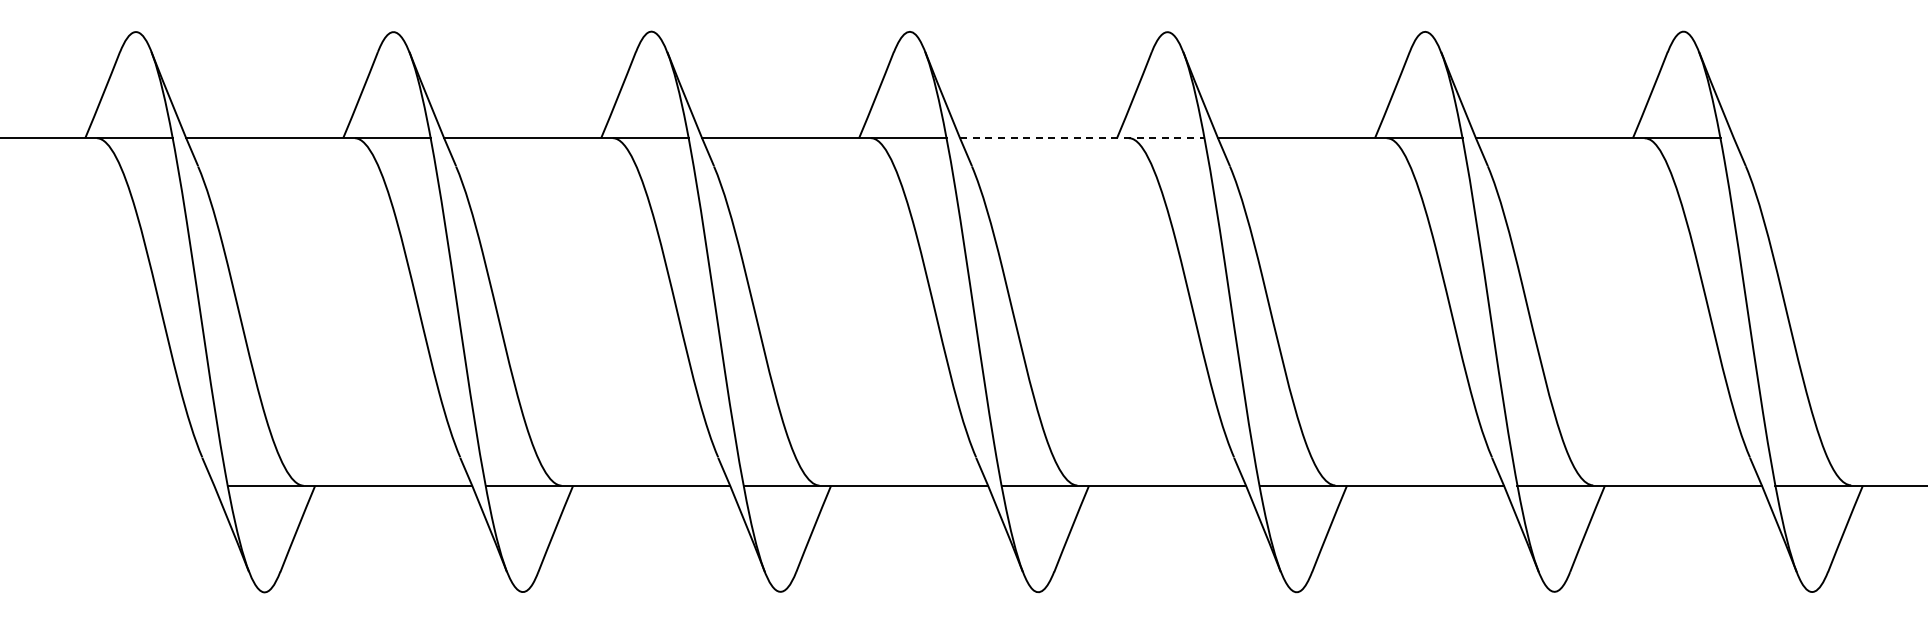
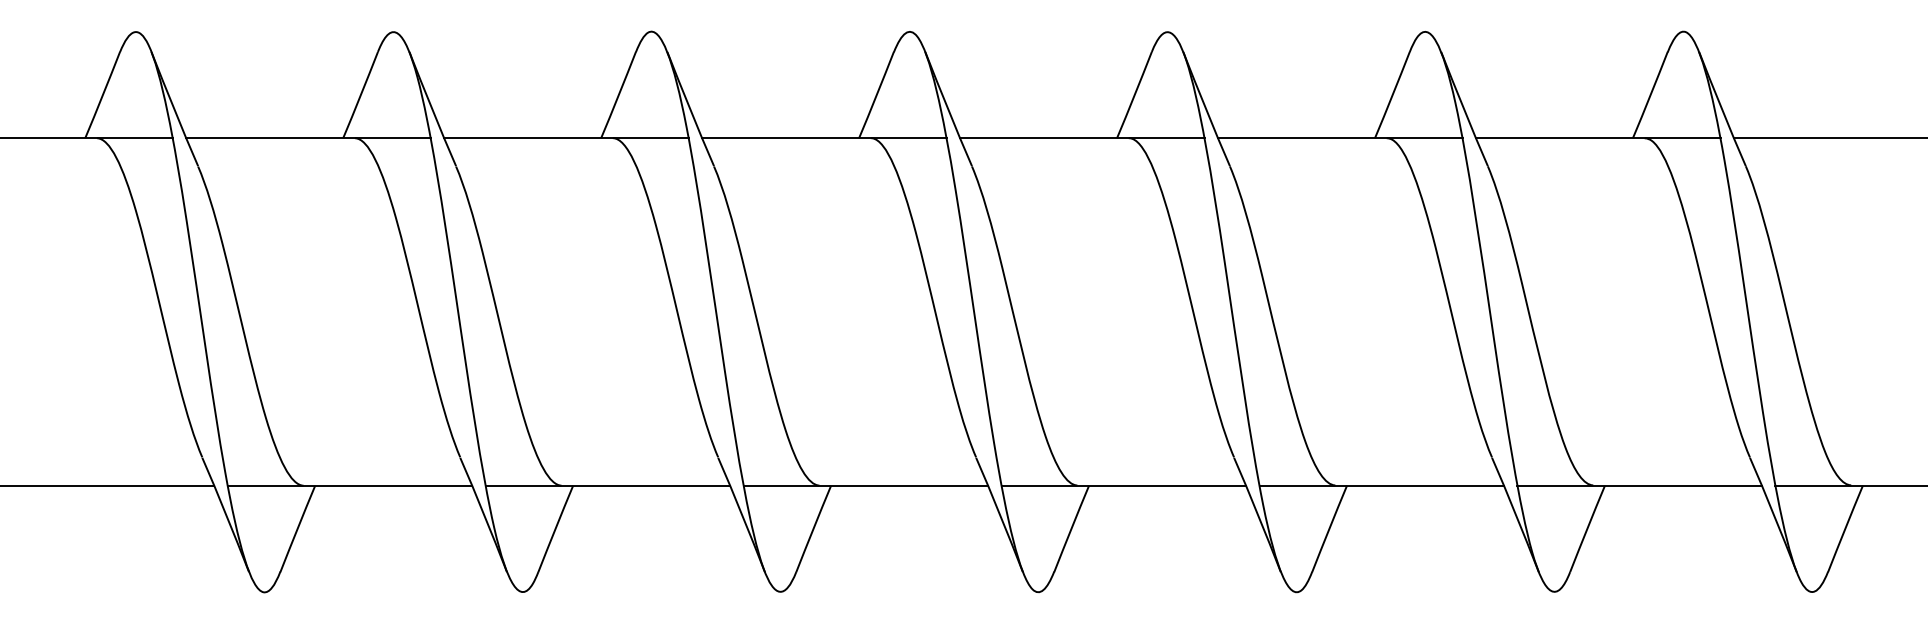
line at (1082, 138): dashed -> solid
line at (1828, 138): none -> present
line at (108, 485): none -> present
